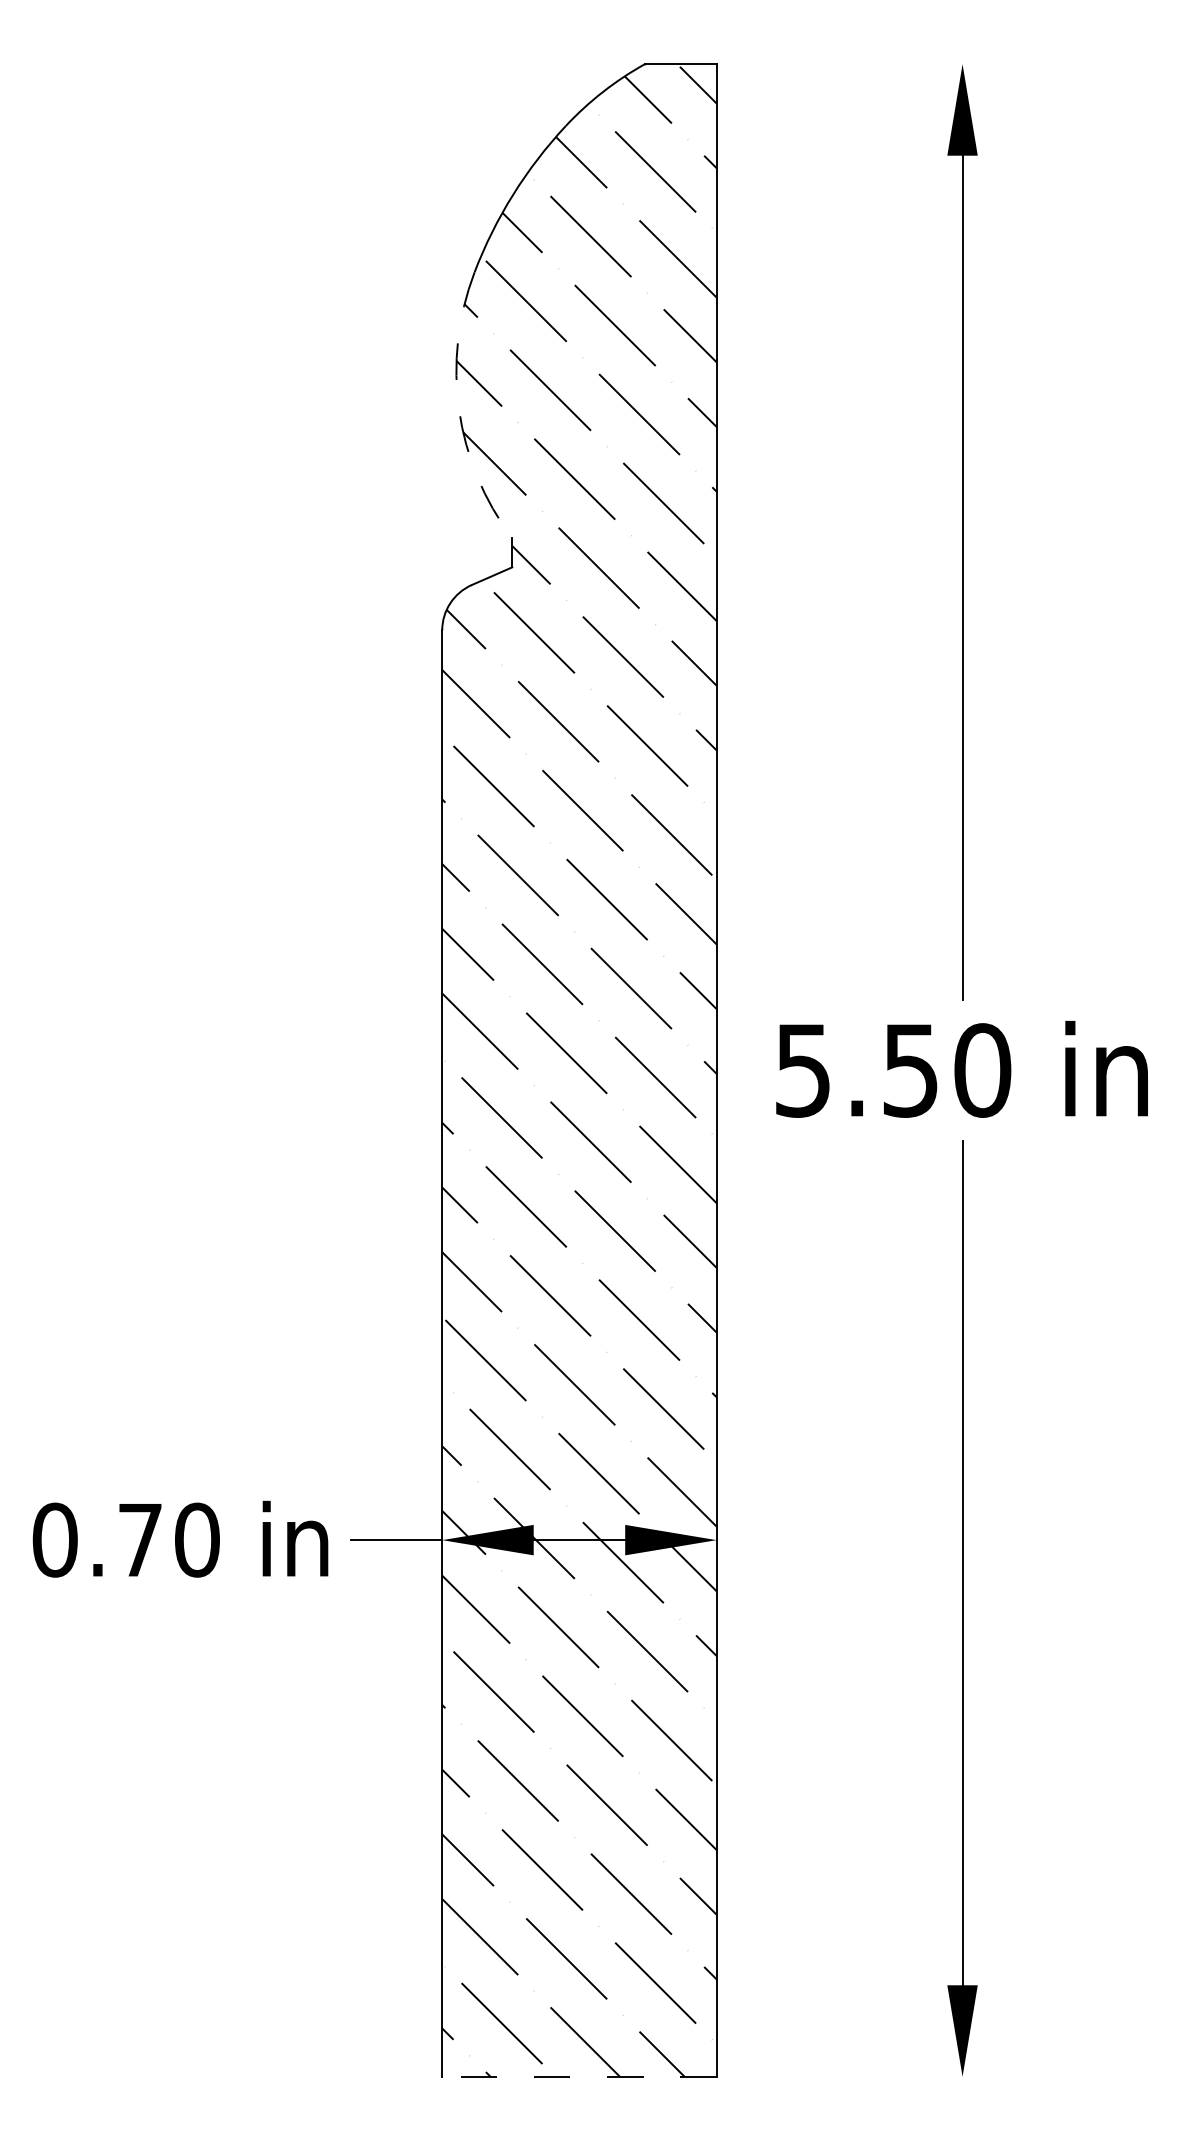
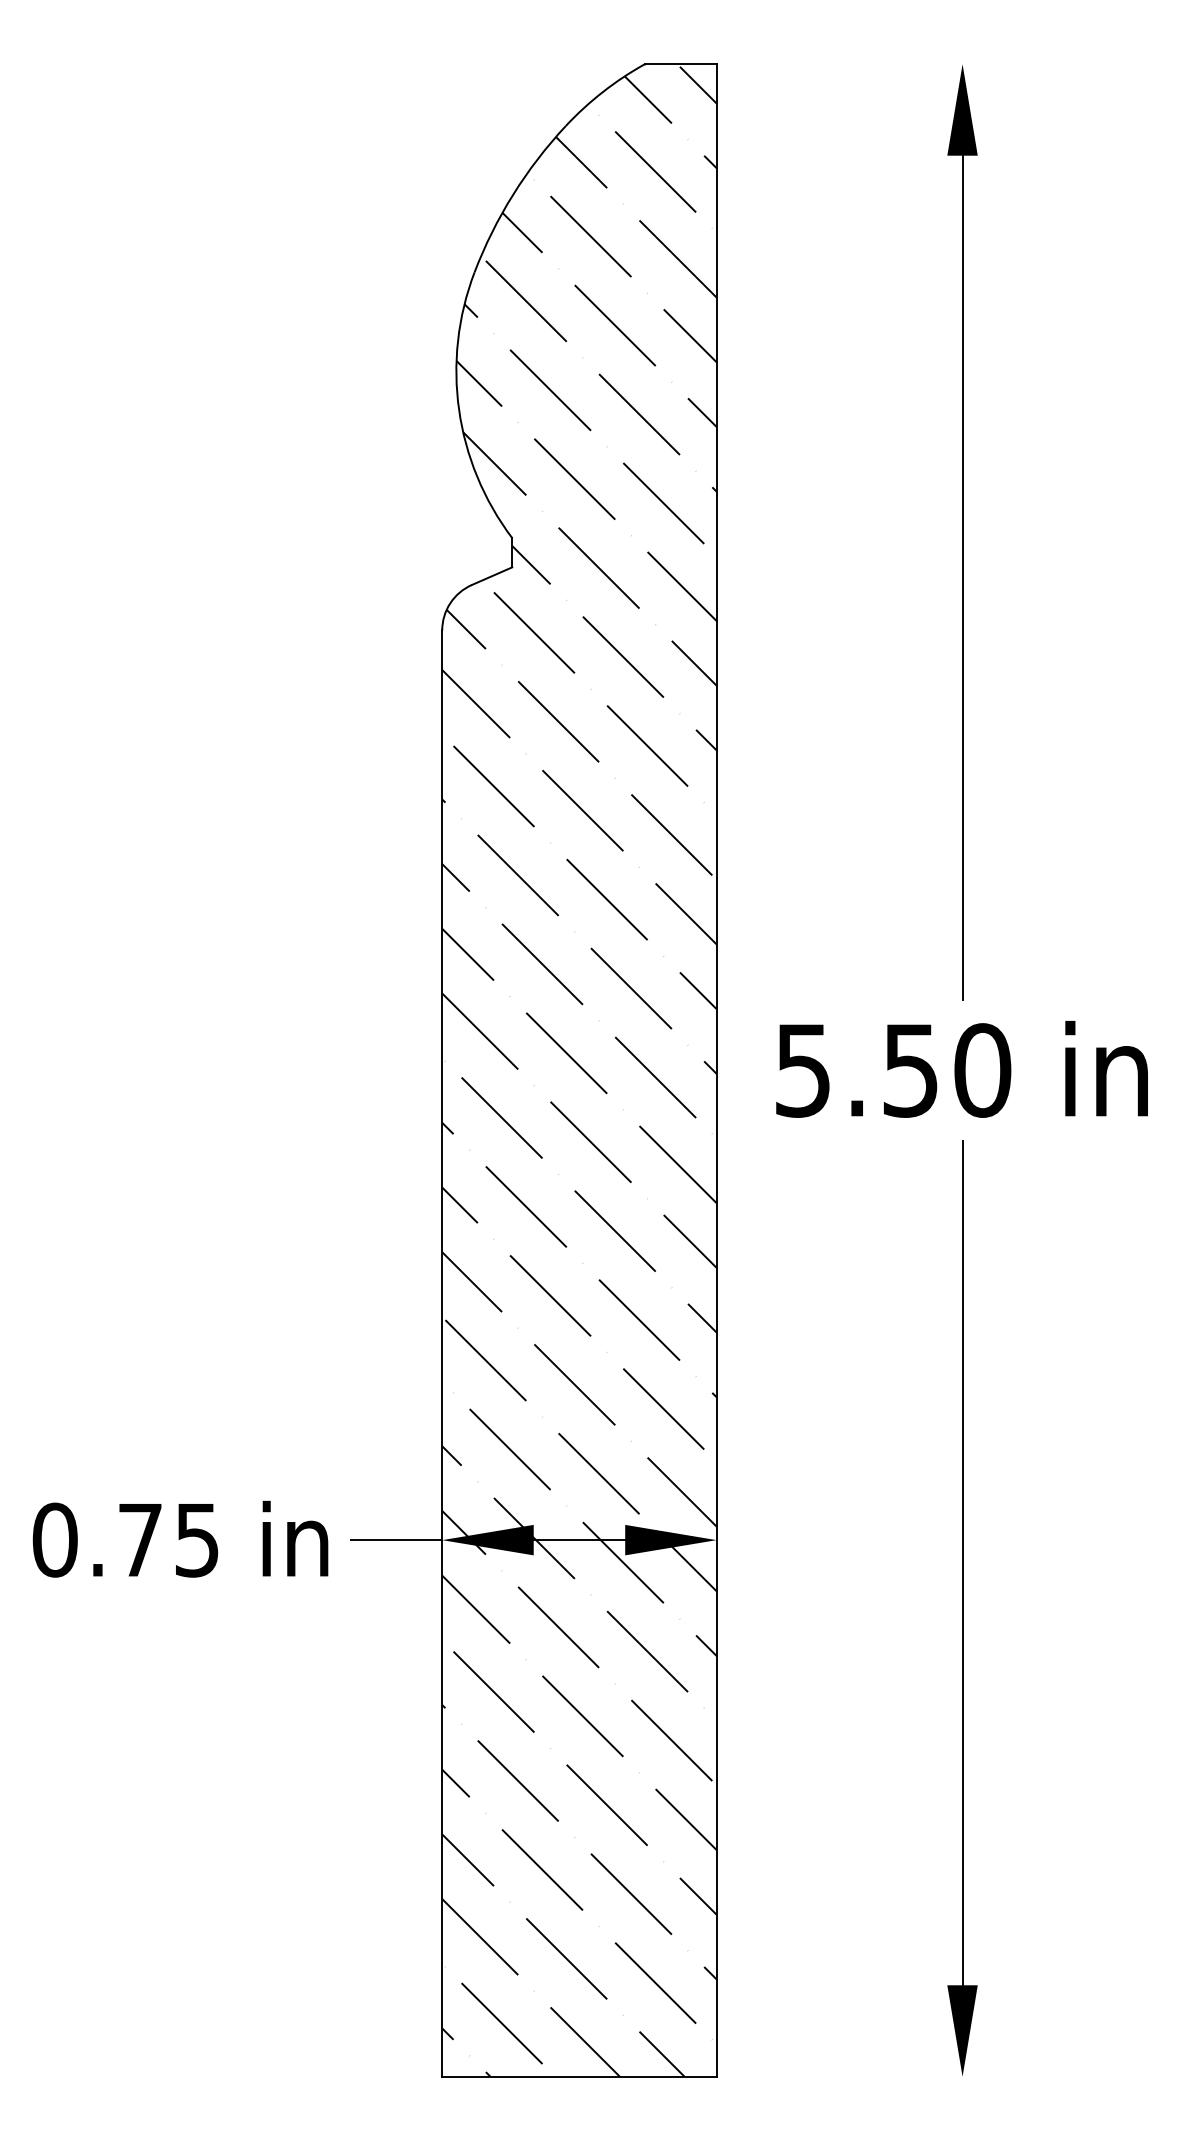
arc at (459, 410): dashed -> solid
text at (197, 1539): 0.70 -> 0.75
line at (578, 2076): dashed -> solid
